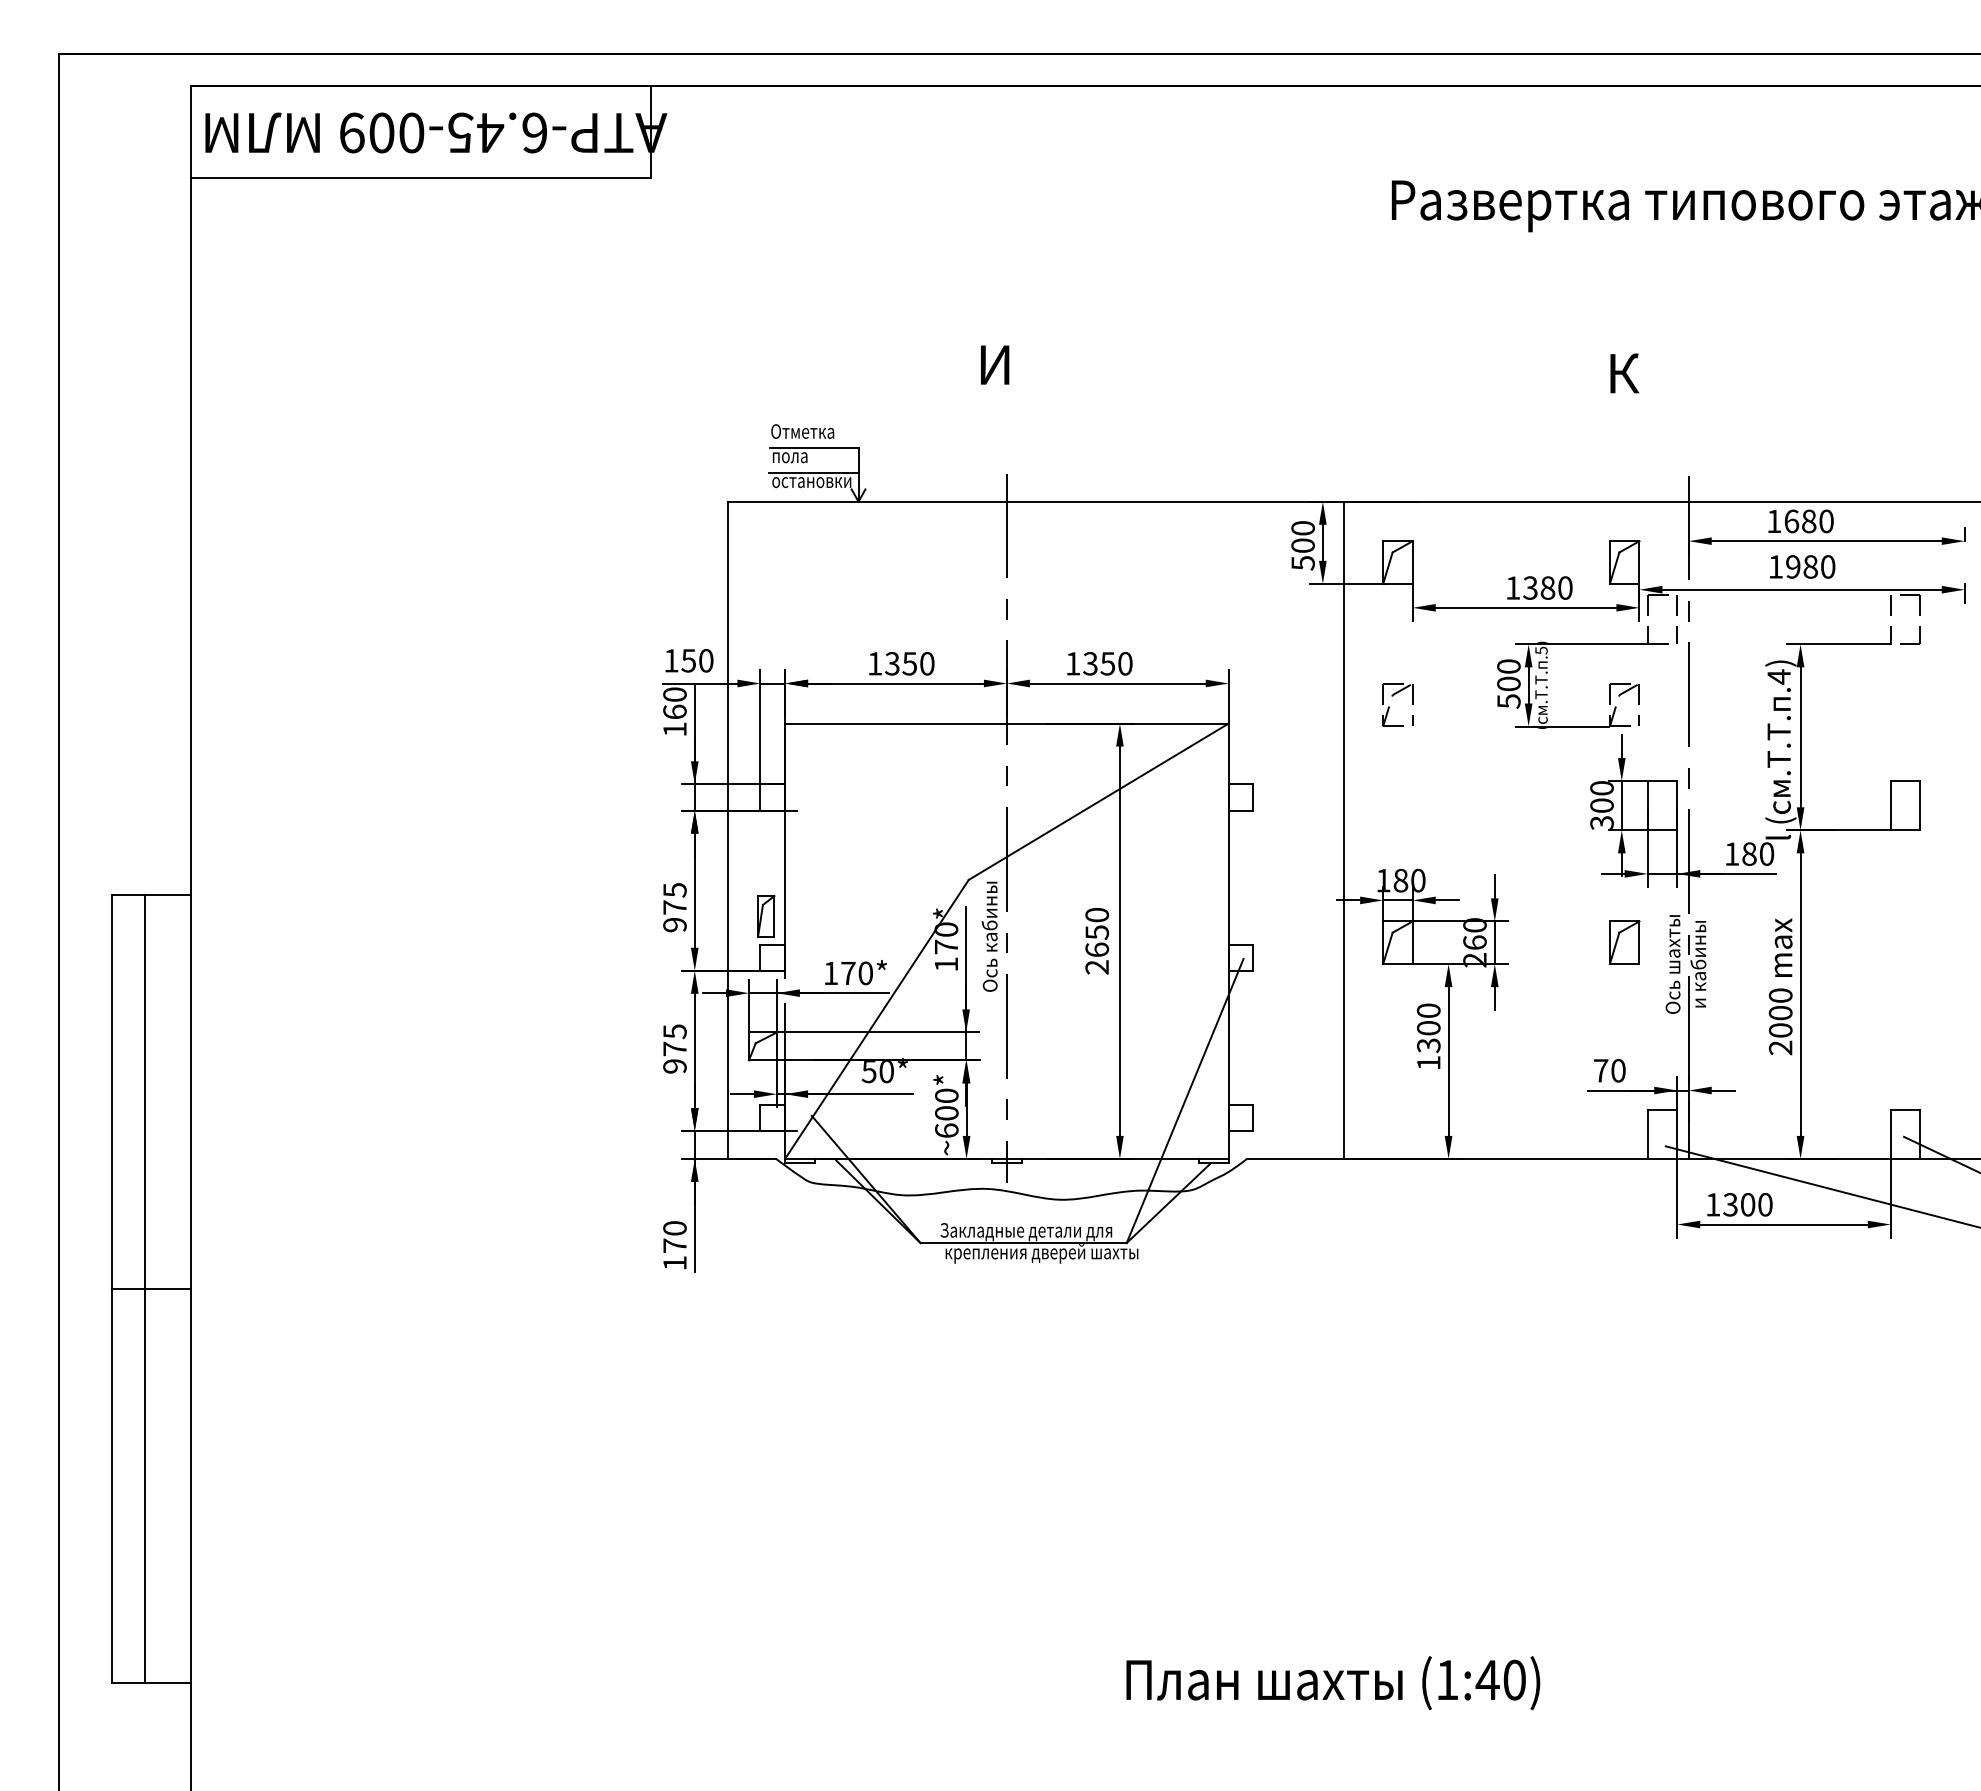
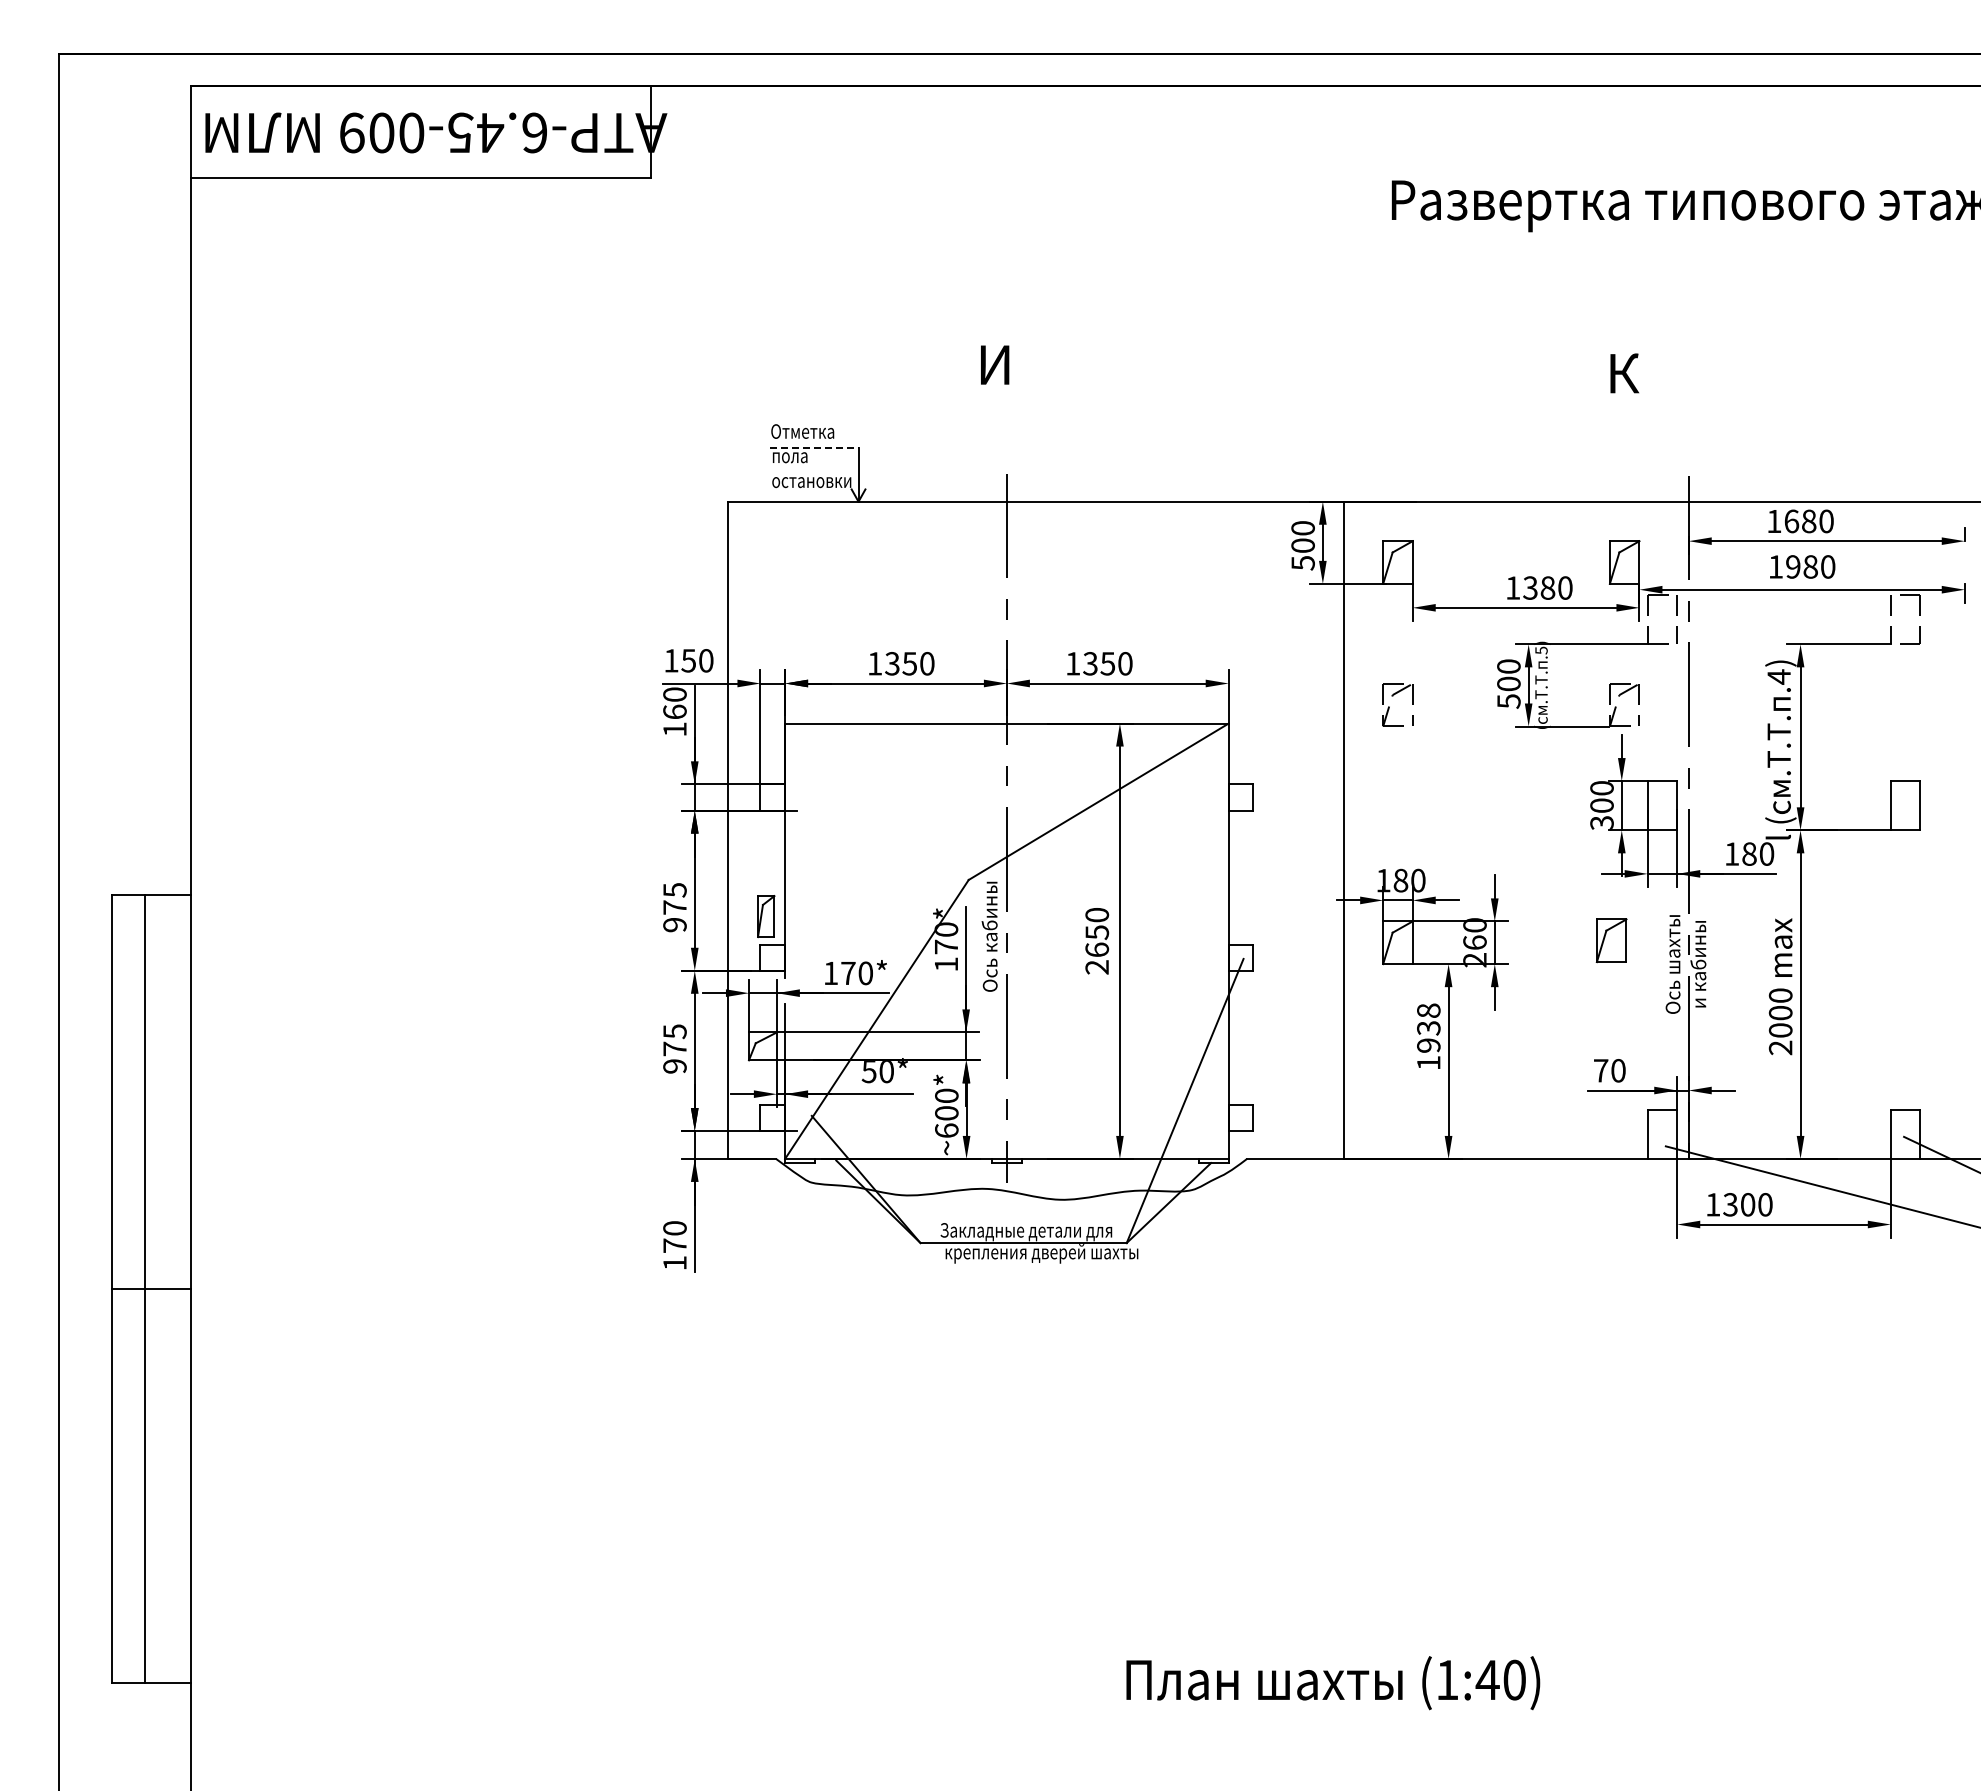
line at (814, 448): solid -> dashed
line at (813, 472): present -> none
part at (1624, 942) position: (1624, 942) -> (1611, 940)
text at (1428, 1028): 1300 -> 1938
